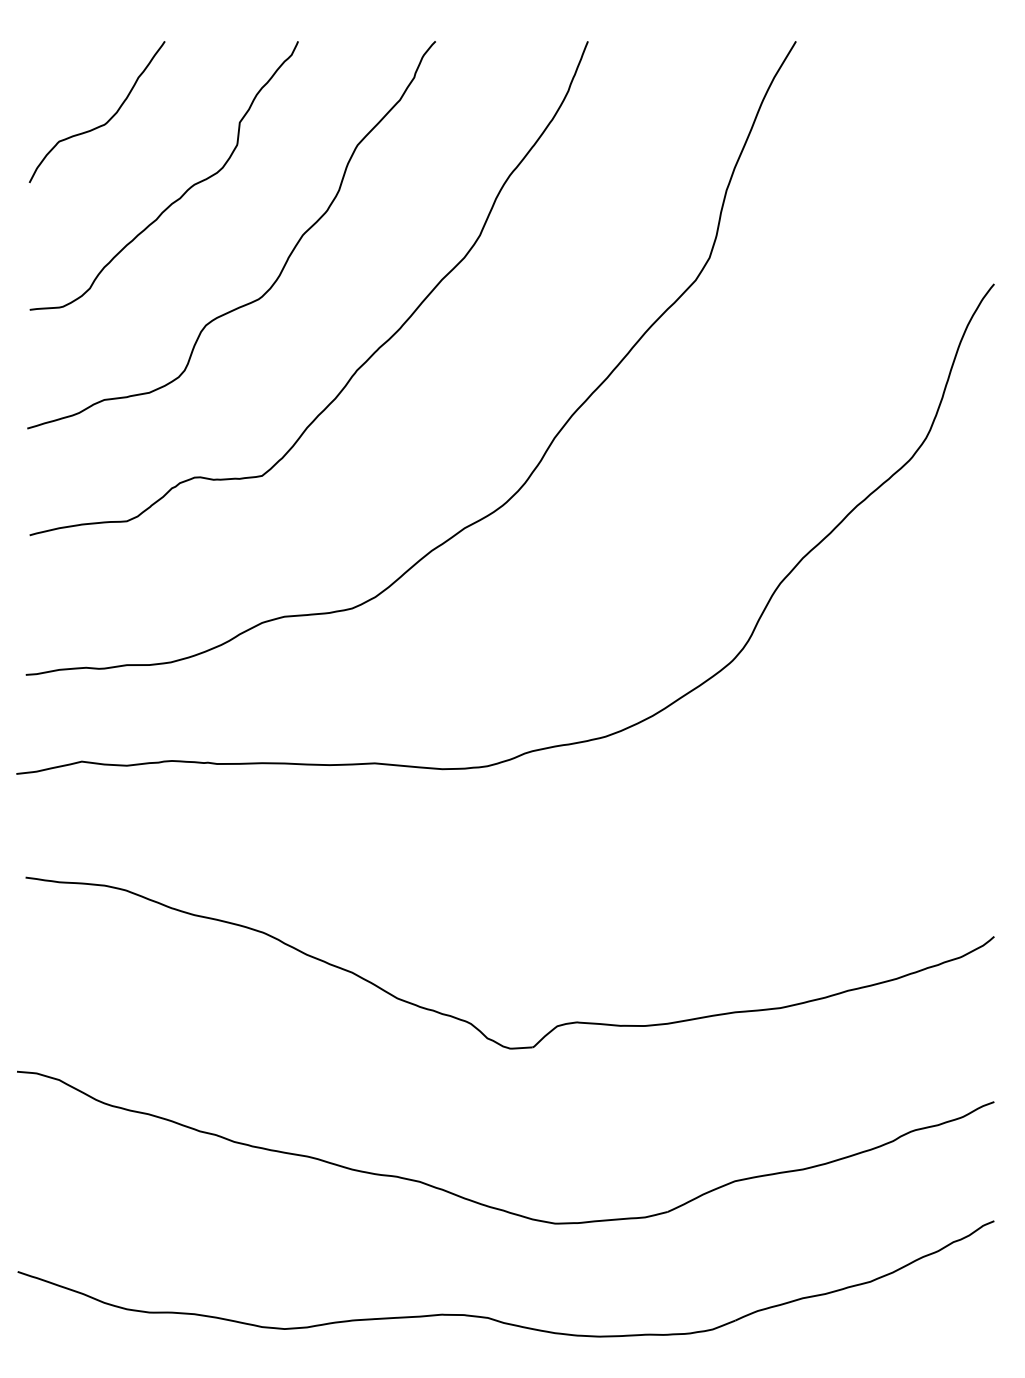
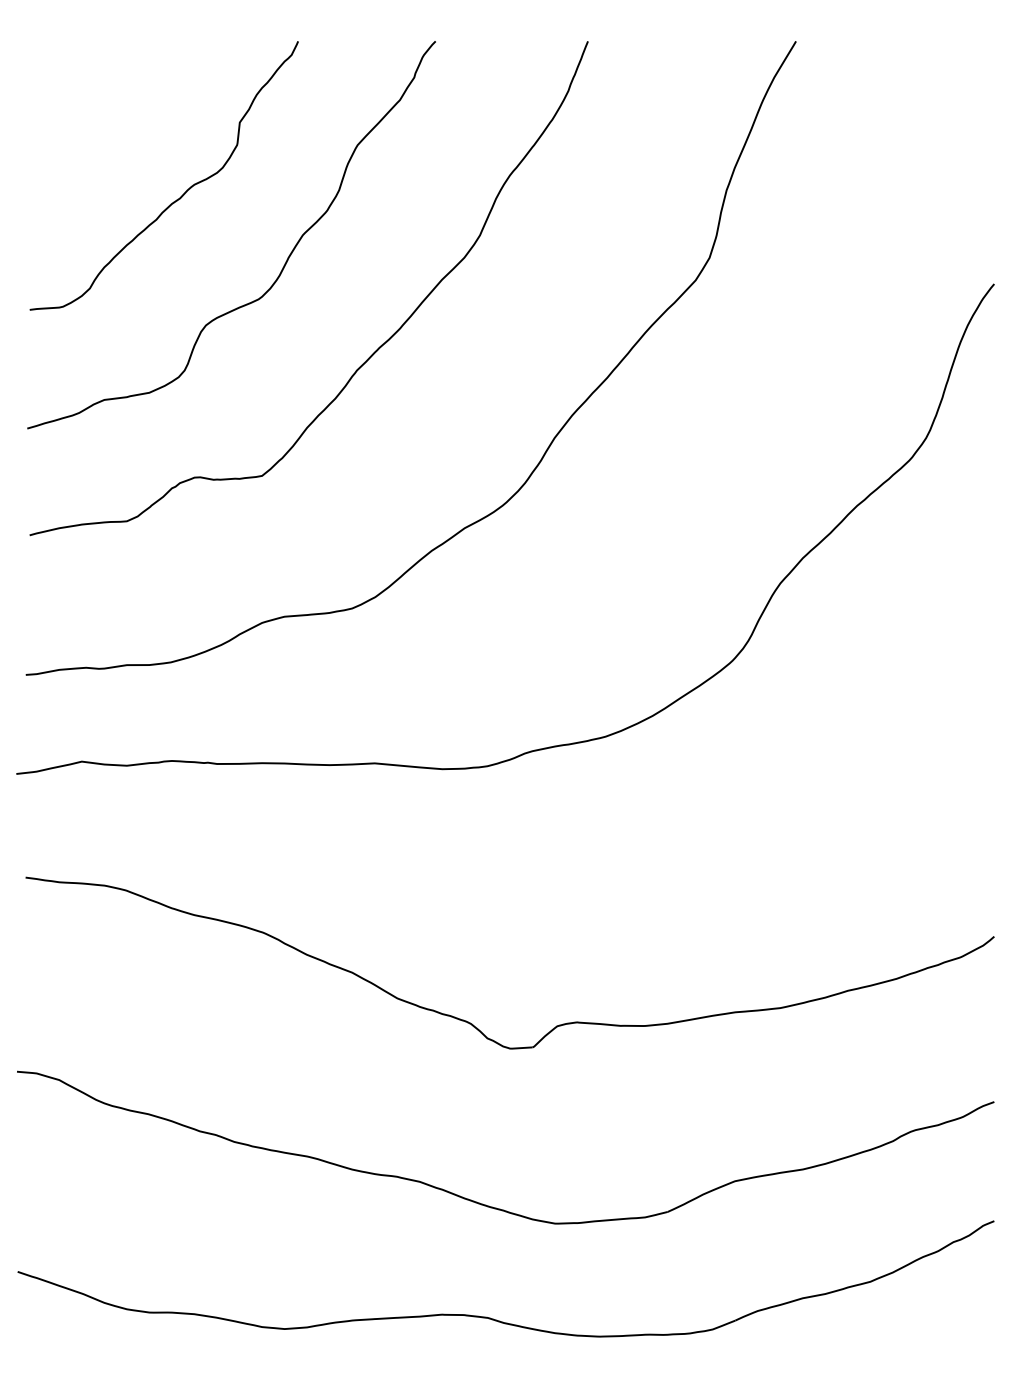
curve at (99, 125): present -> none
